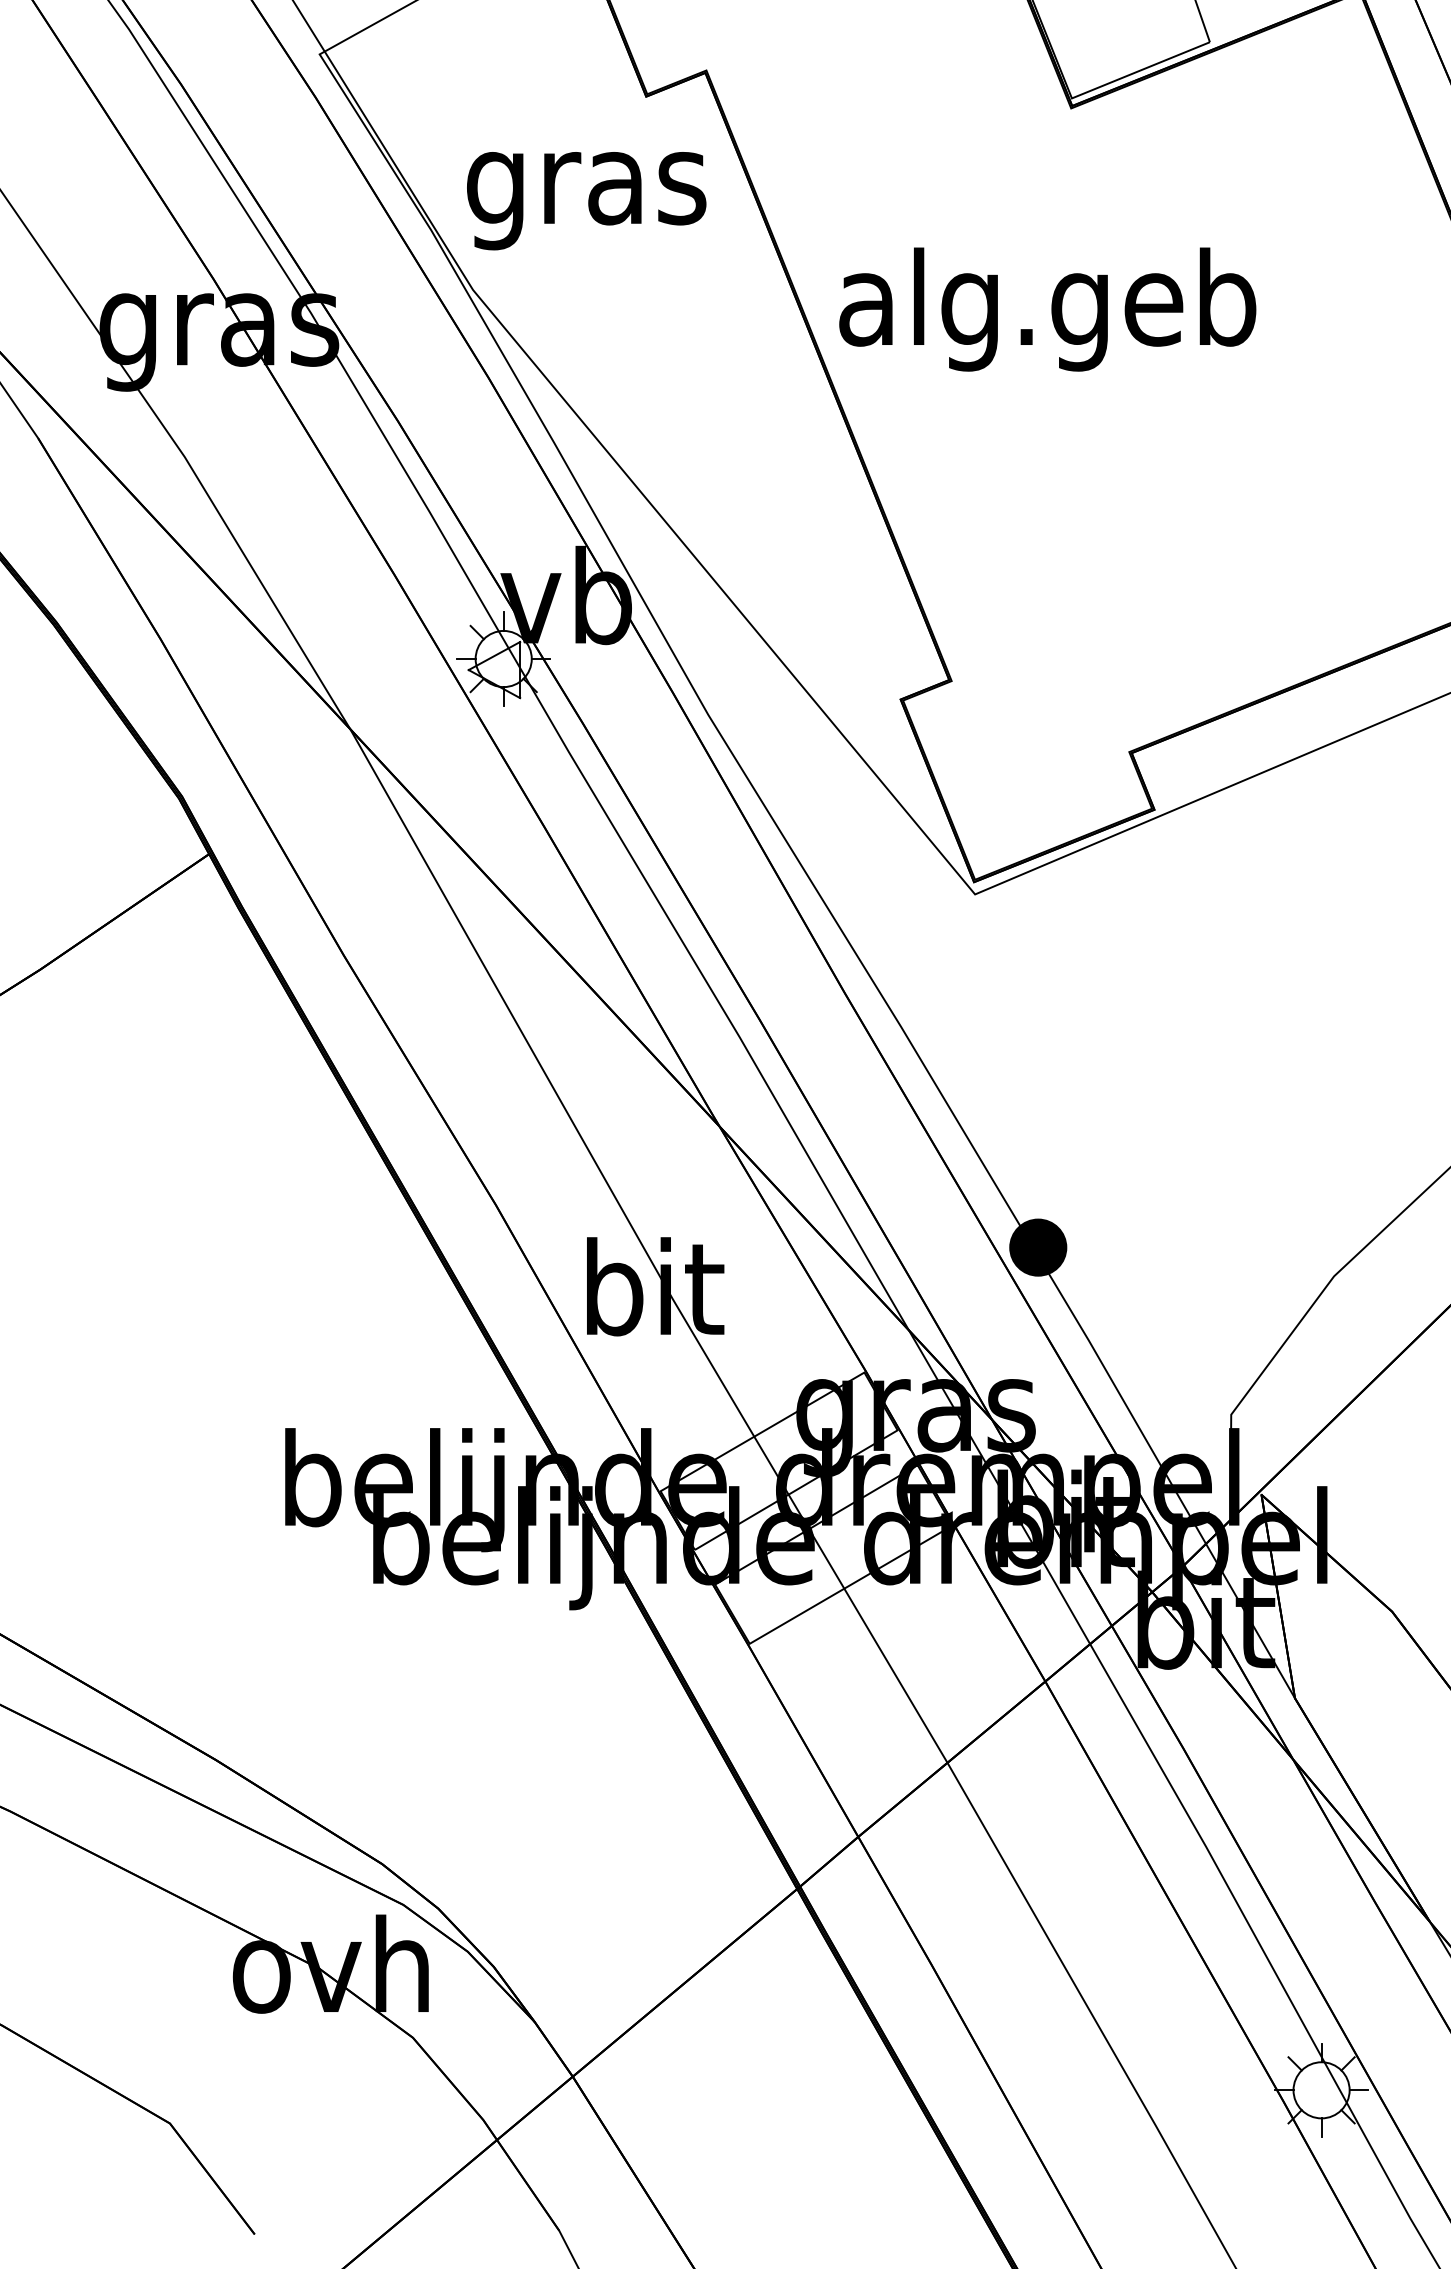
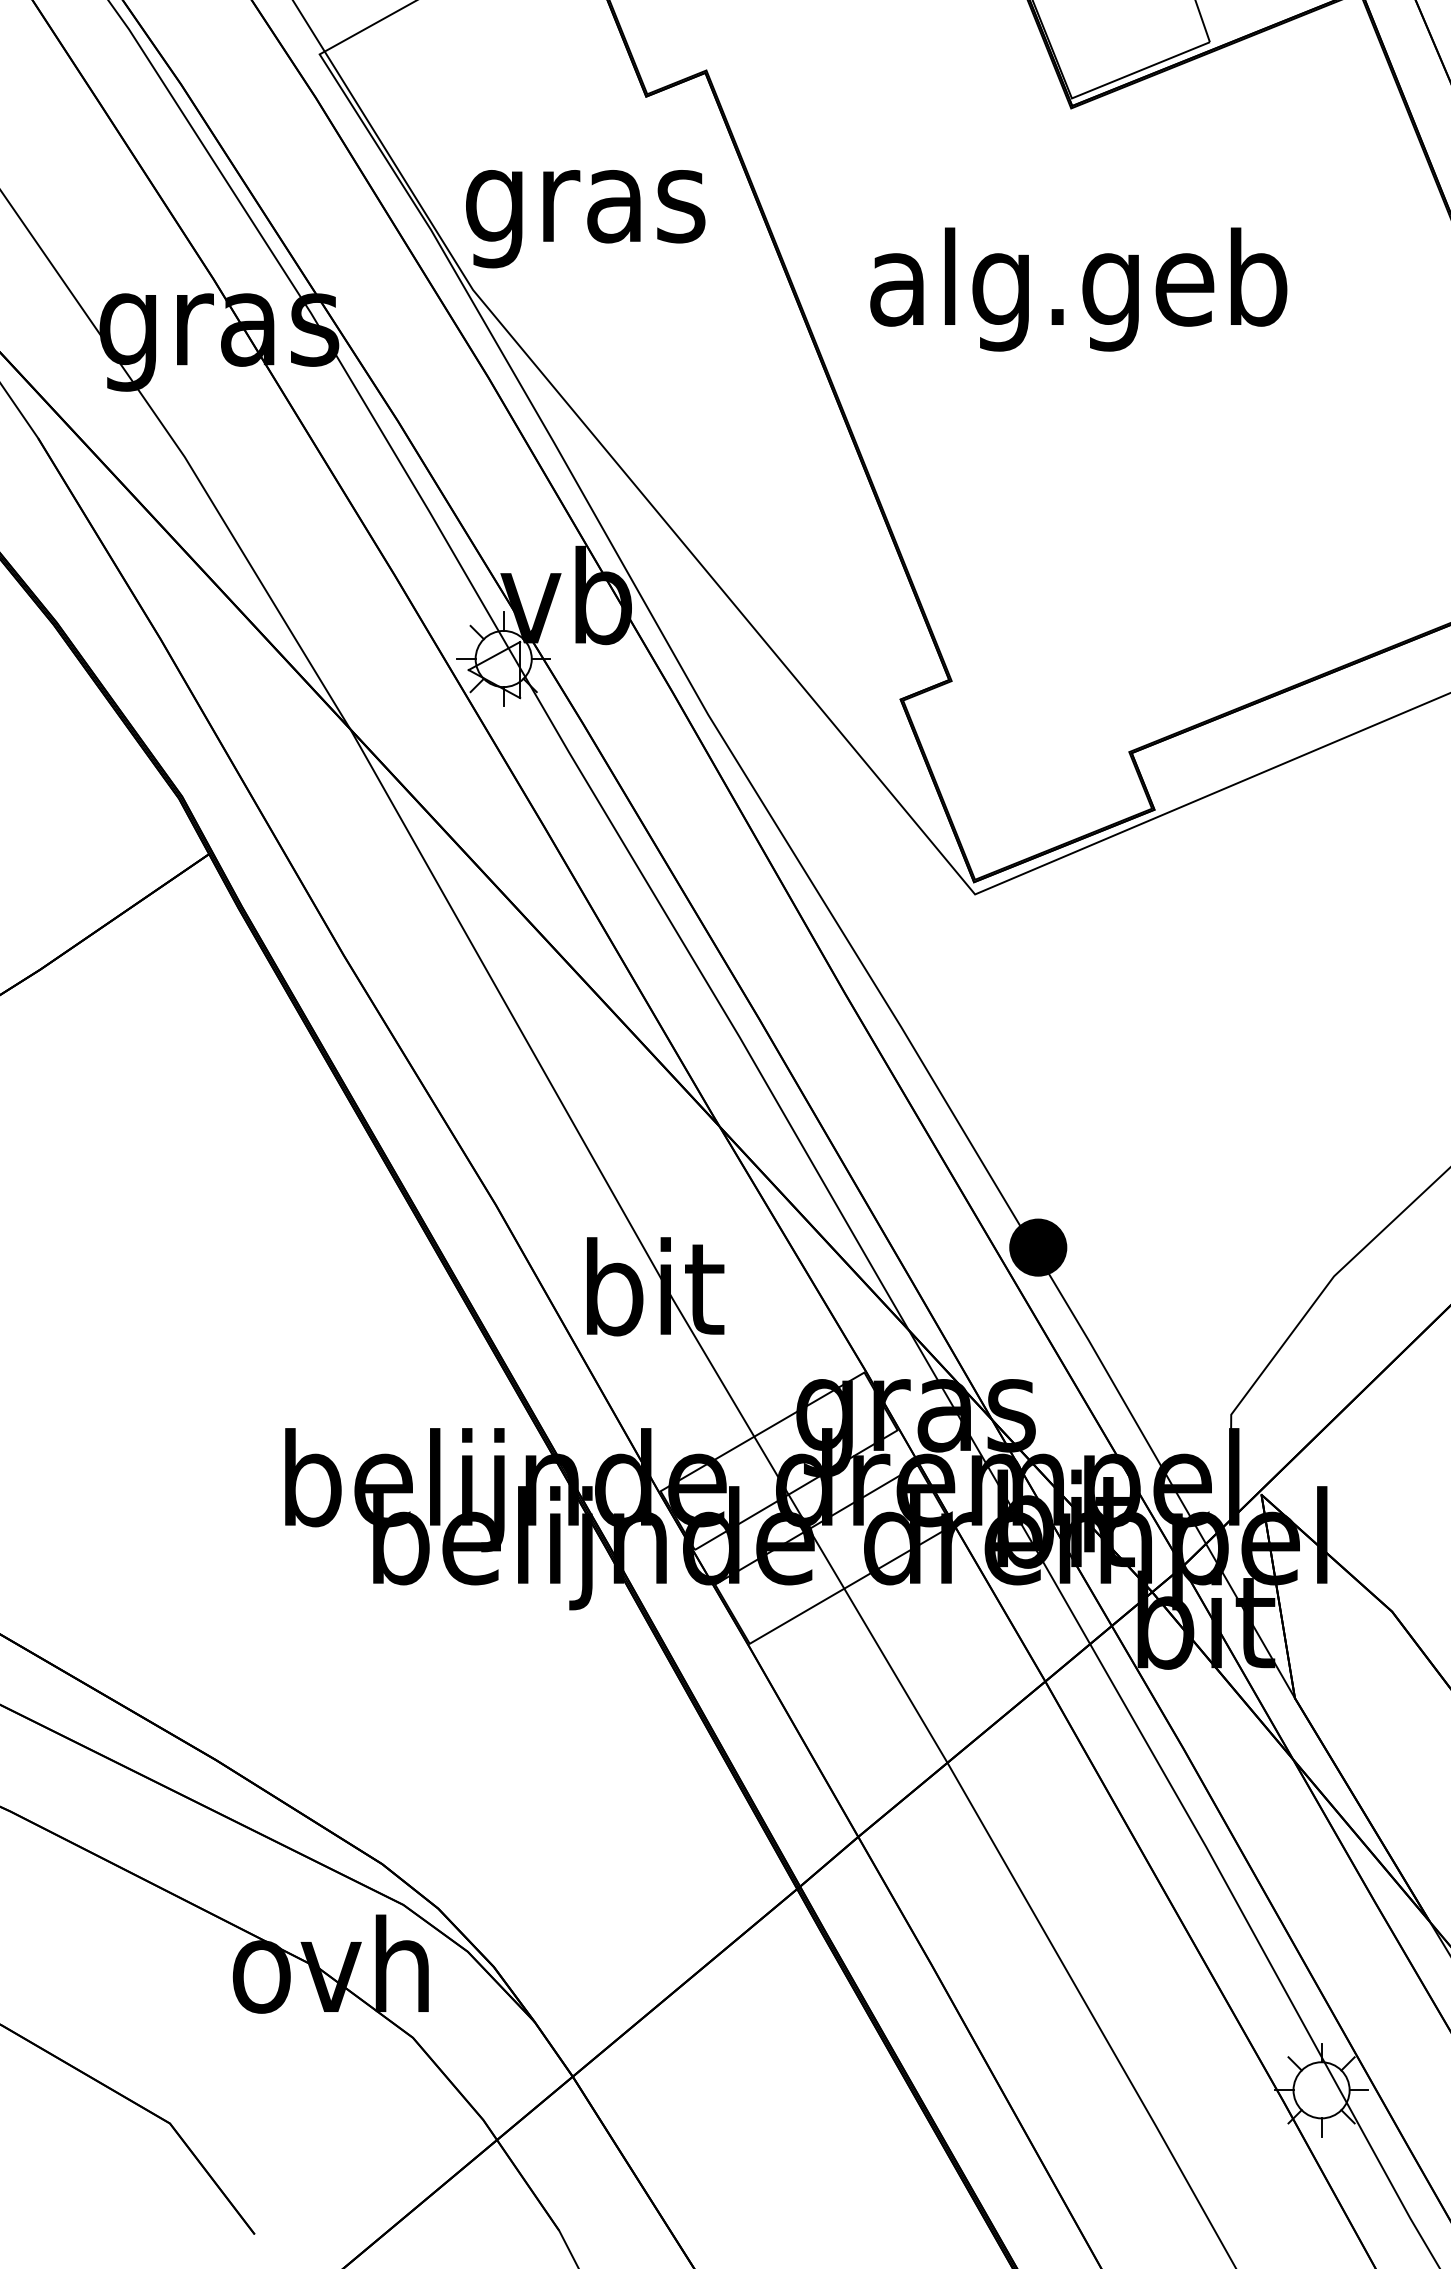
text at (586, 201) position: (586, 201) -> (585, 219)
text at (1047, 309) position: (1047, 309) -> (1078, 289)
